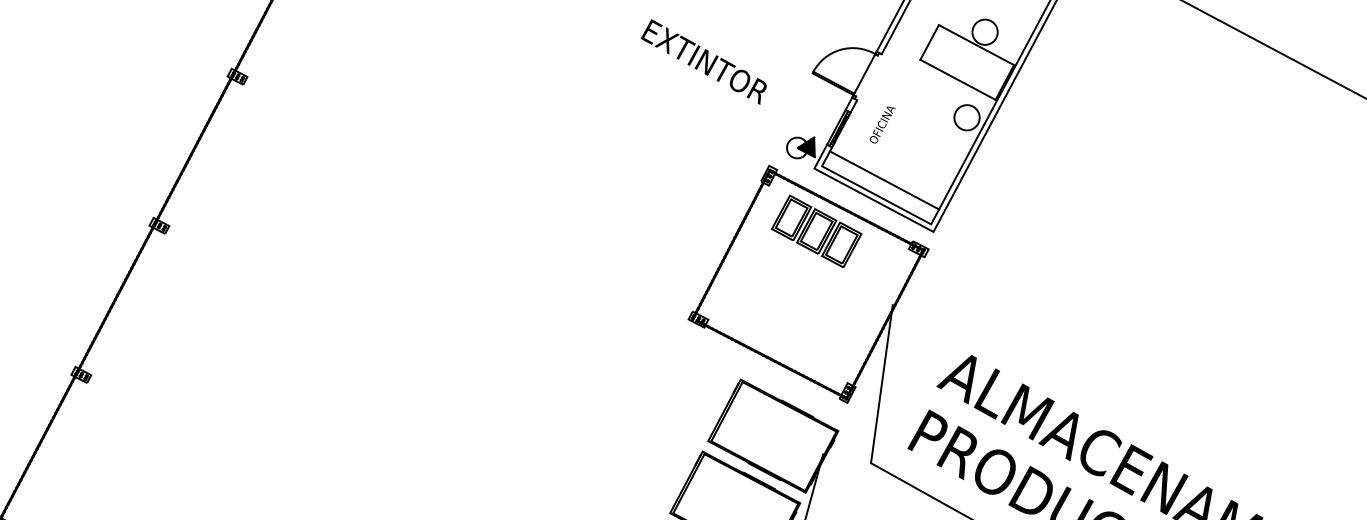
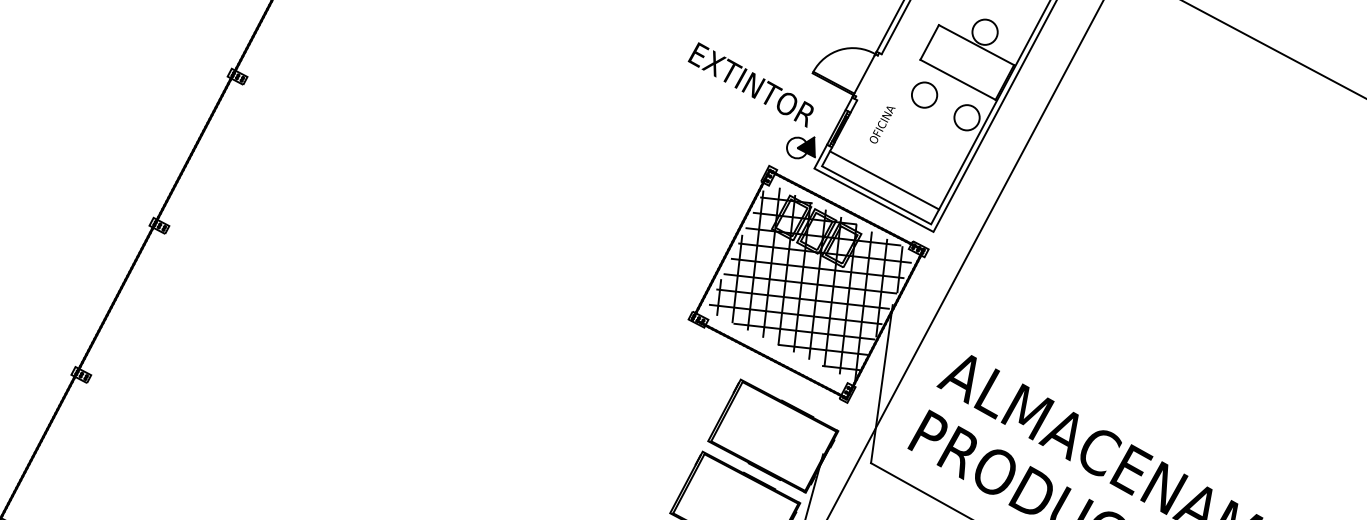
text at (703, 61) position: (703, 61) -> (750, 84)
circle at (924, 94): none -> present
line at (965, 259): none -> present
hatch at (809, 281): none -> present
